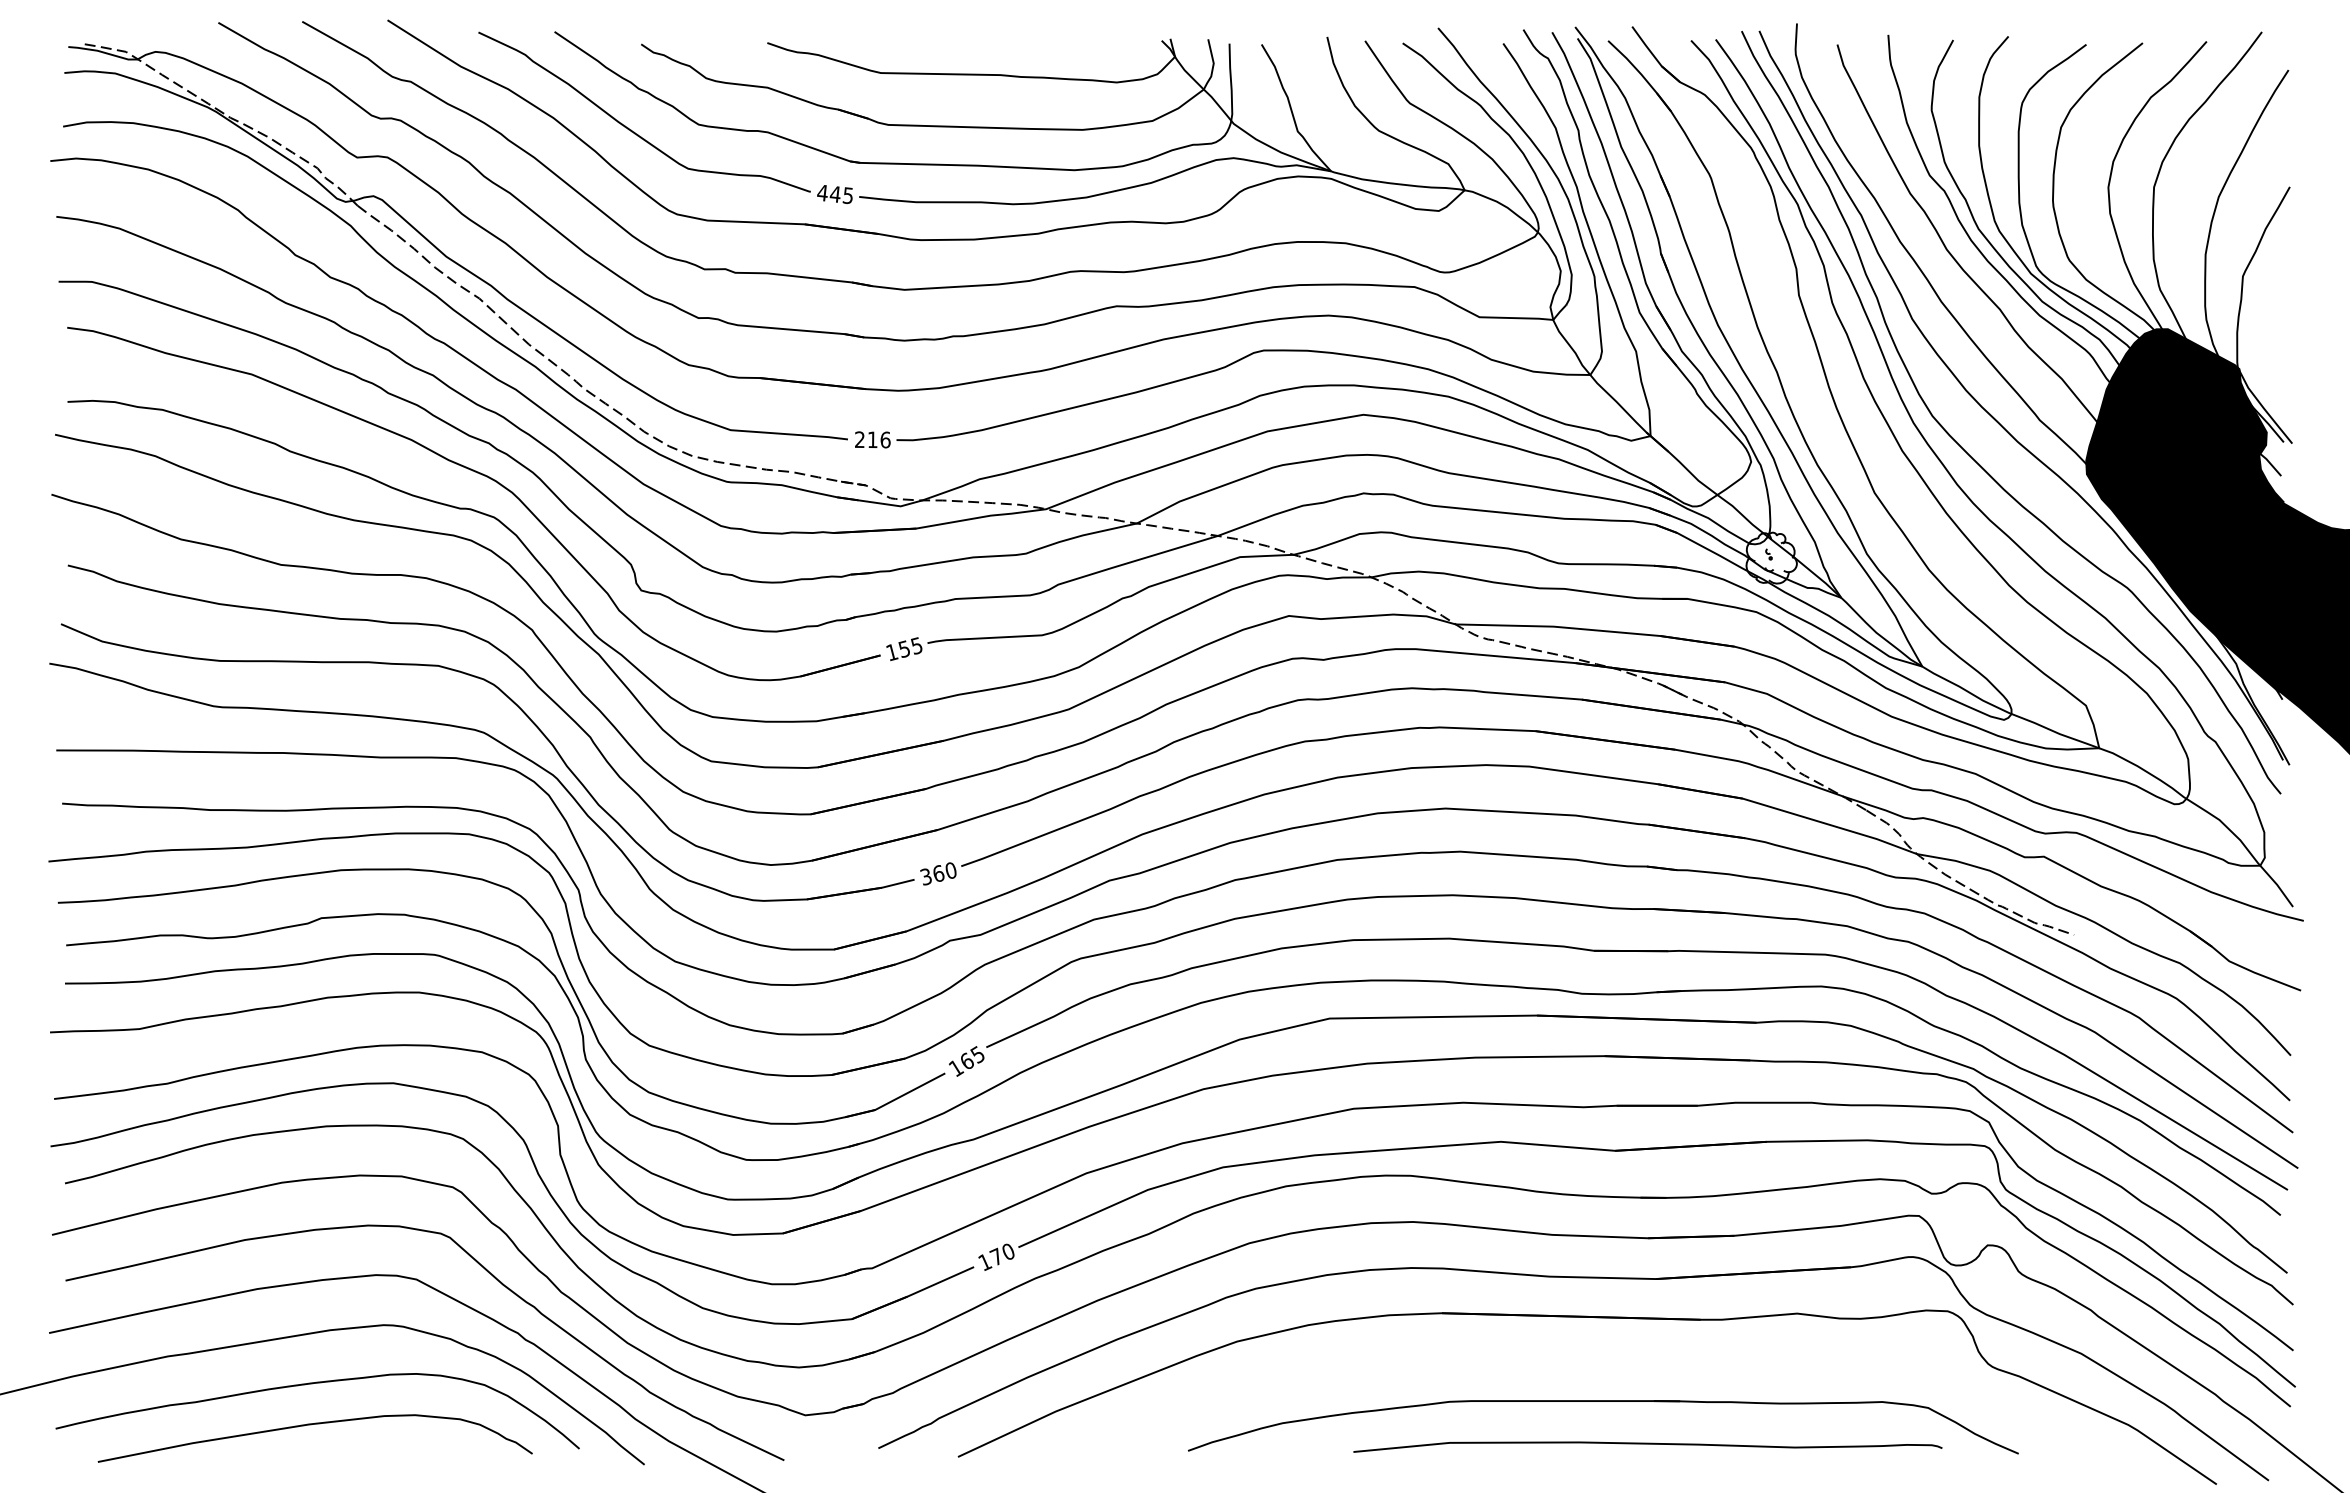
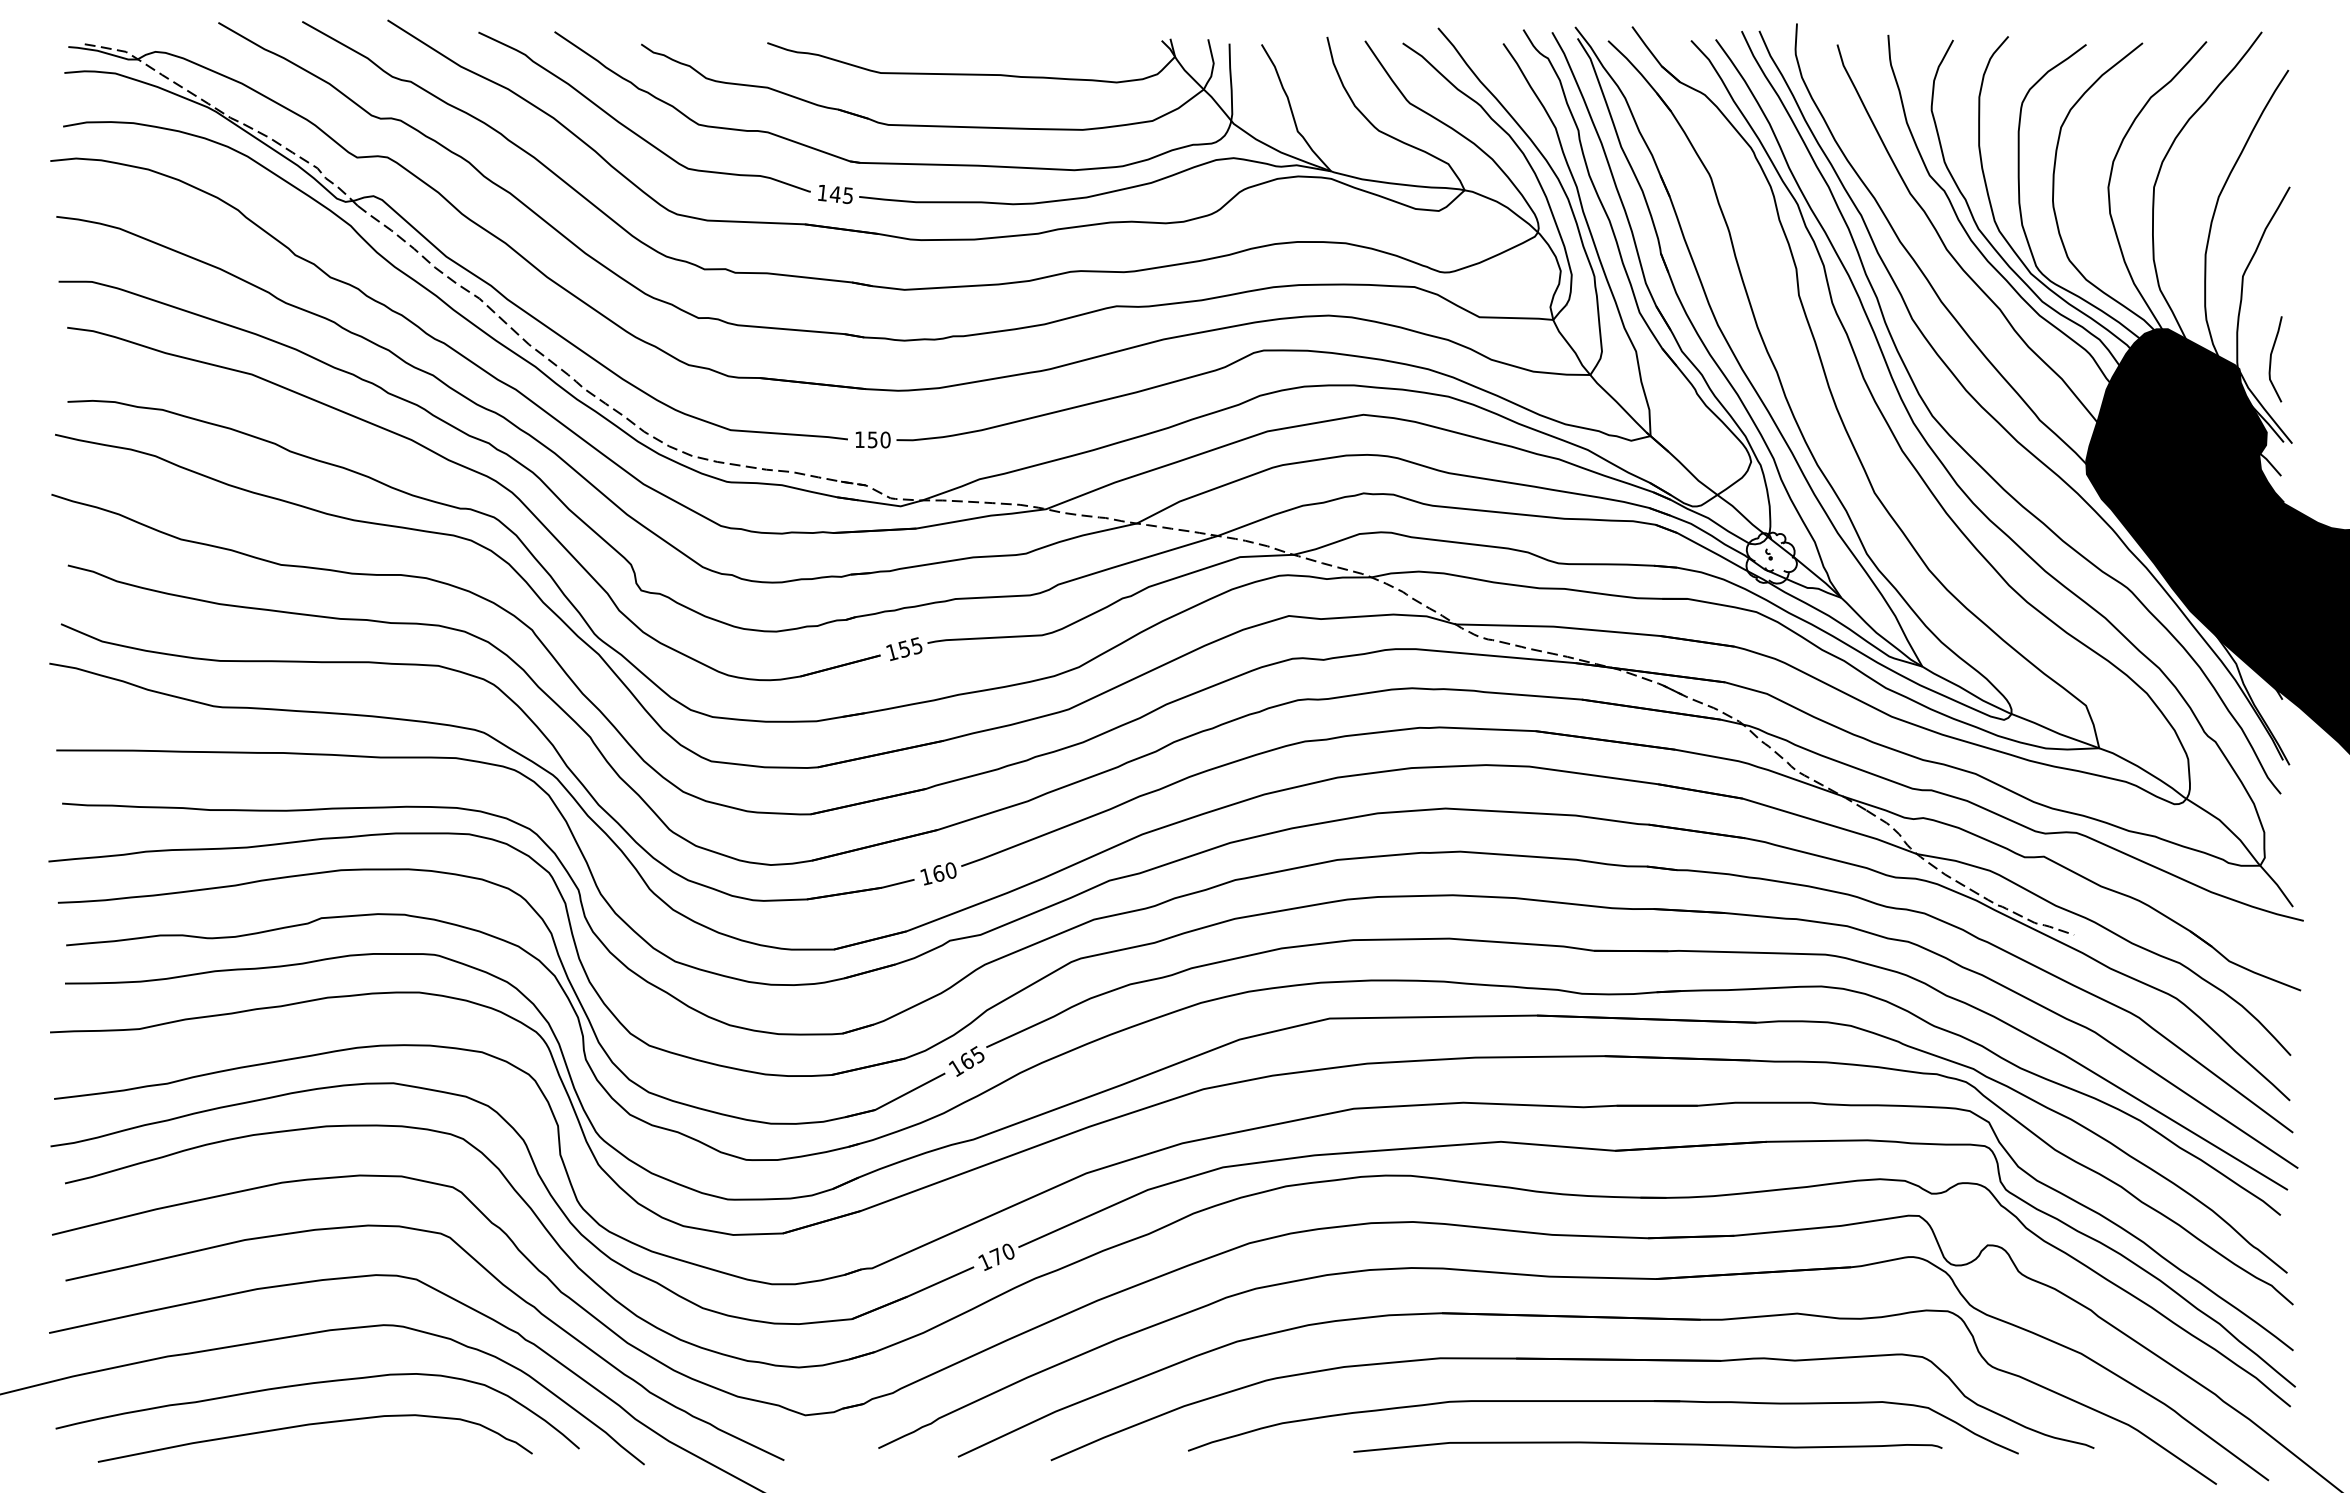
text at (822, 192): 445 -> 145
curve at (2271, 359): none -> present
text at (872, 439): 216 -> 150
text at (926, 876): 360 -> 160
part at (1572, 1360): none -> present
